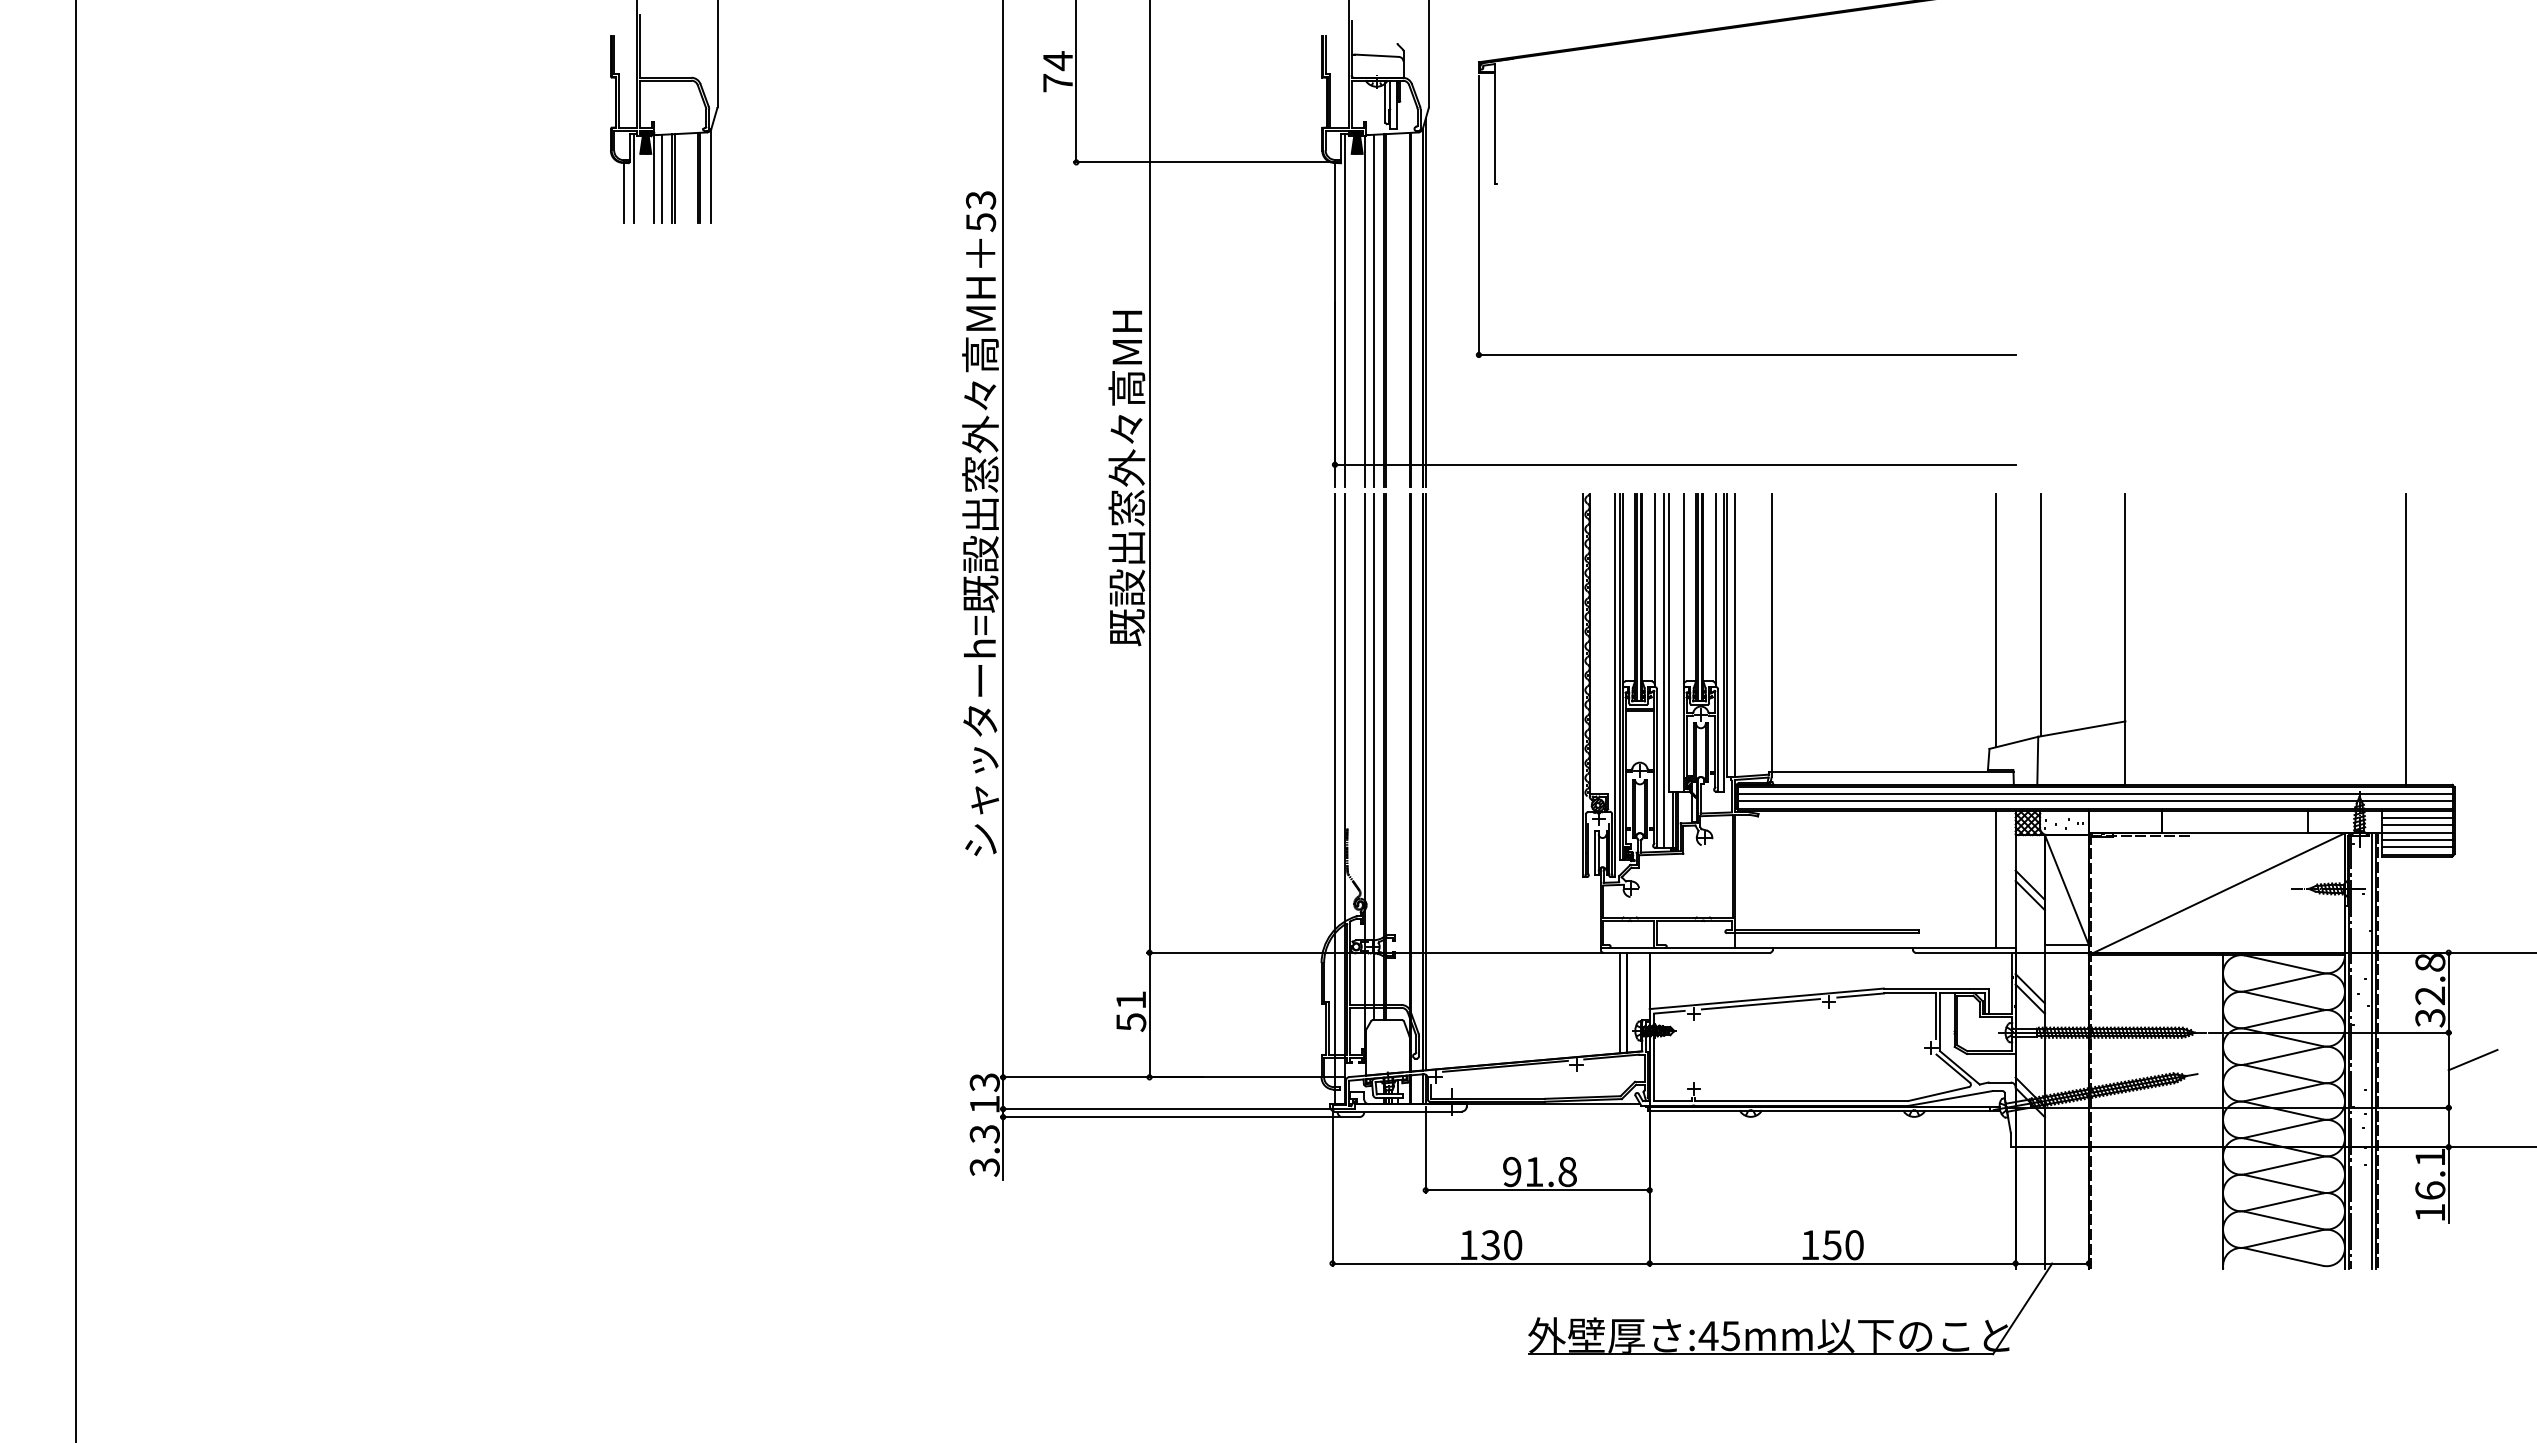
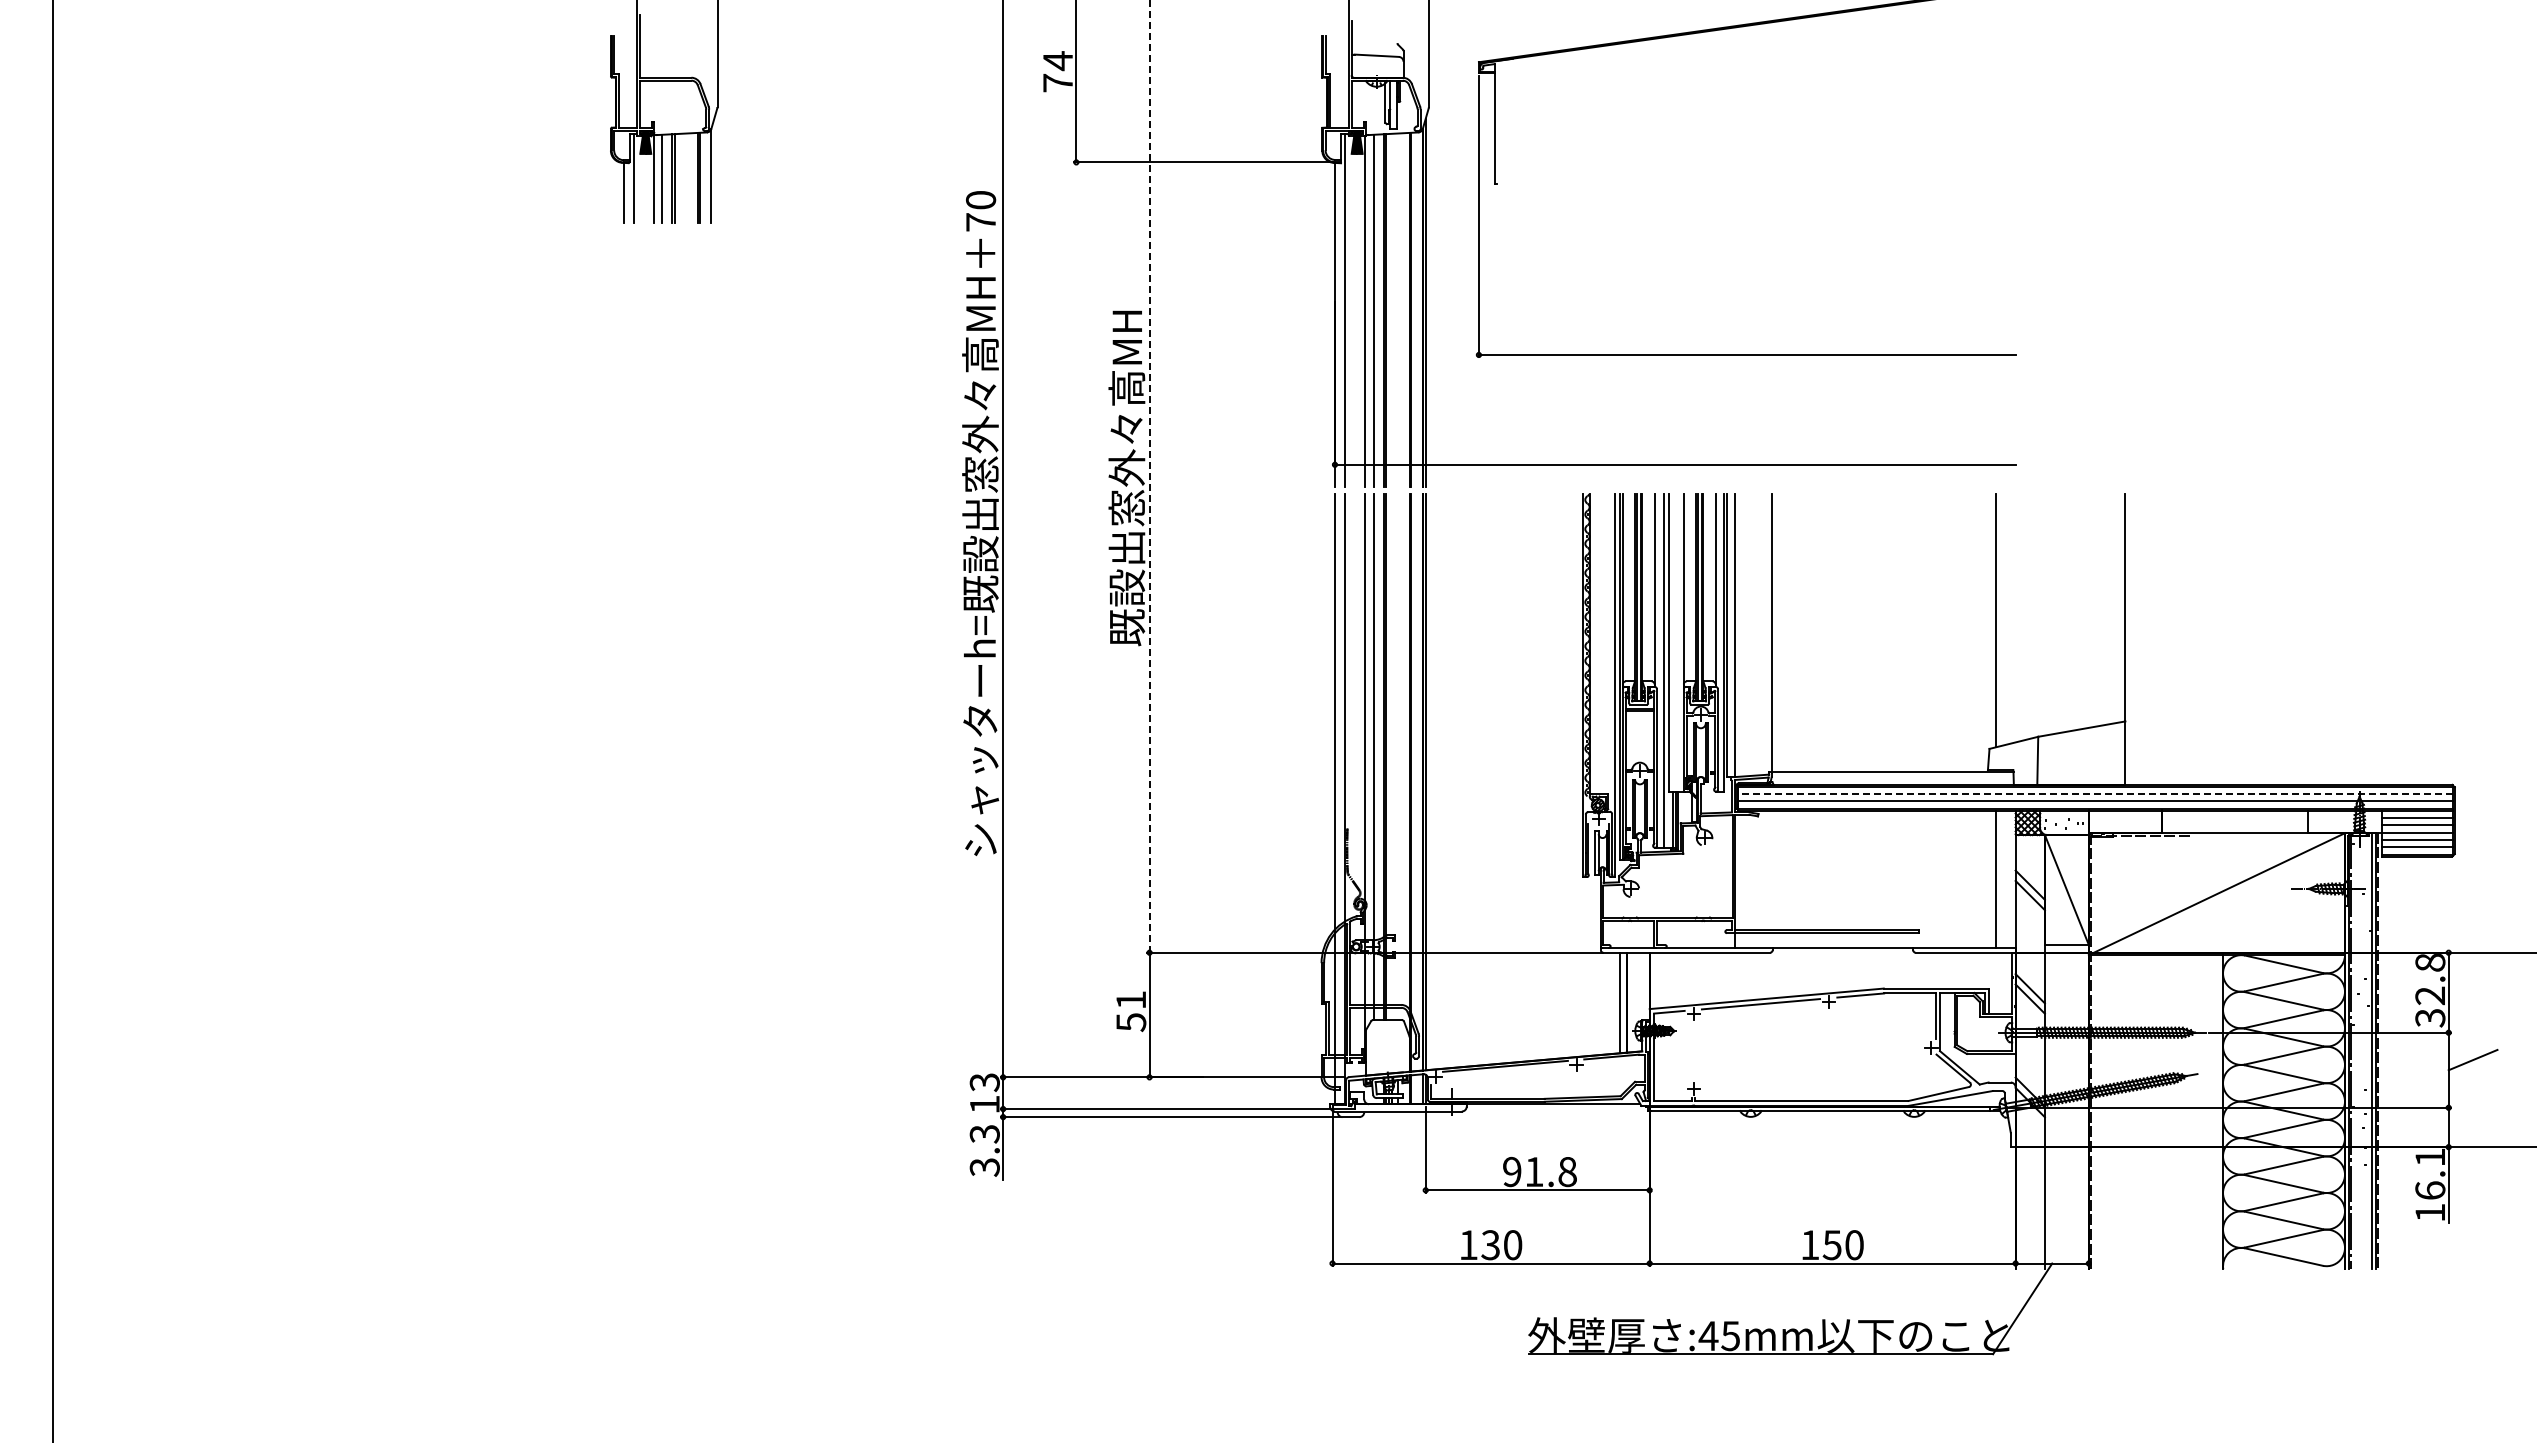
text at (981, 211): 53 -> 70
line at (1149, 476): solid -> dashed
line at (2041, 615): present -> none
line at (2405, 639): present -> none
line at (76, 720) position: (76, 720) -> (53, 720)
line at (2095, 794): solid -> dashed
